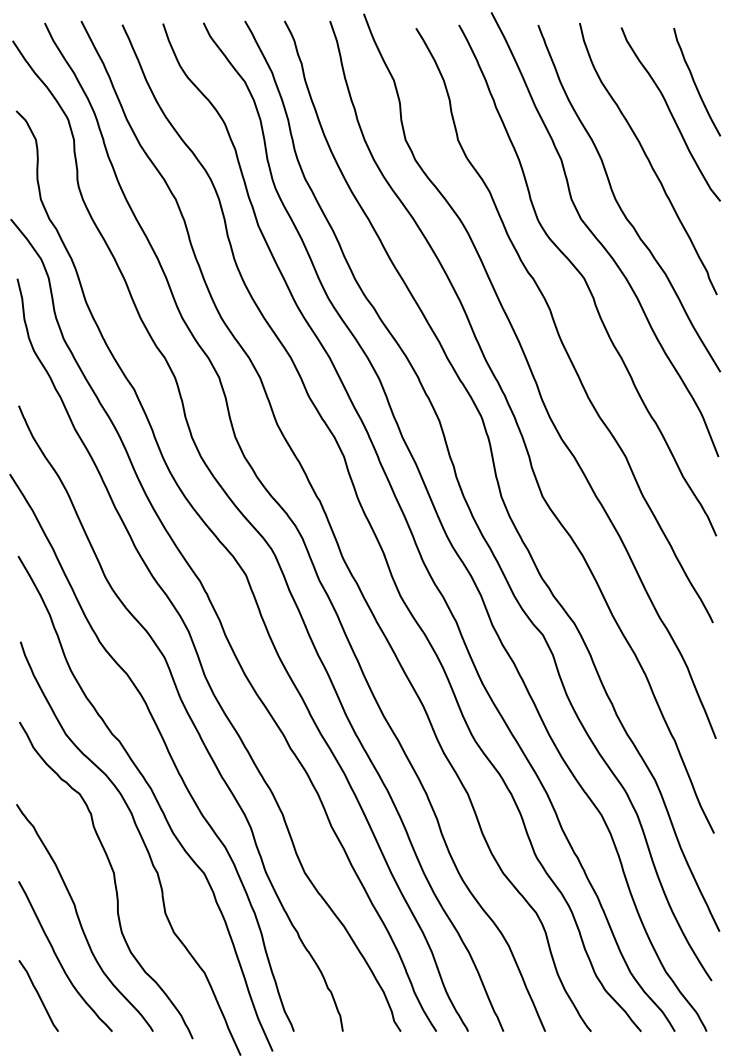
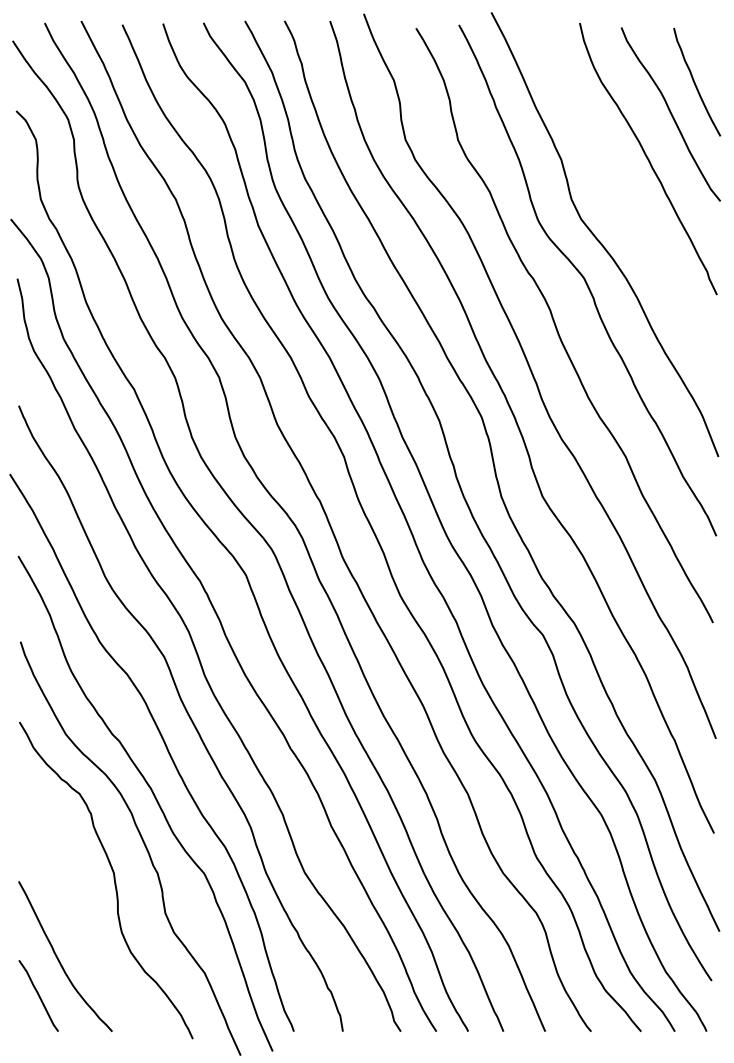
curve at (619, 204): present -> none
curve at (79, 917): present -> none
